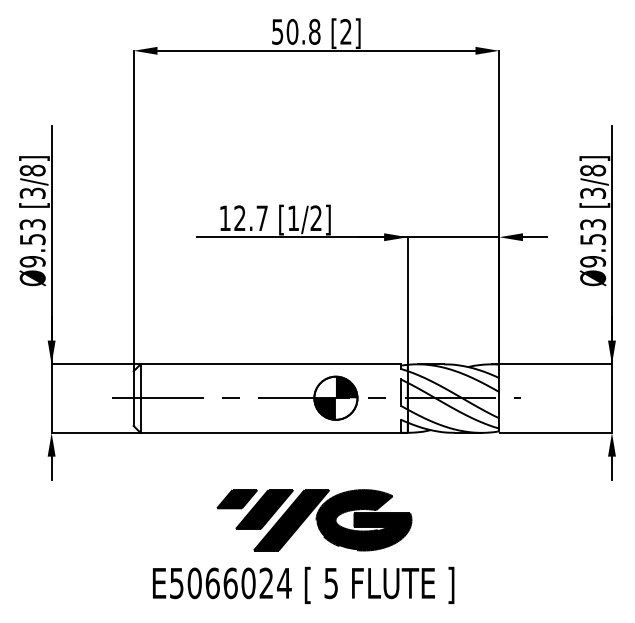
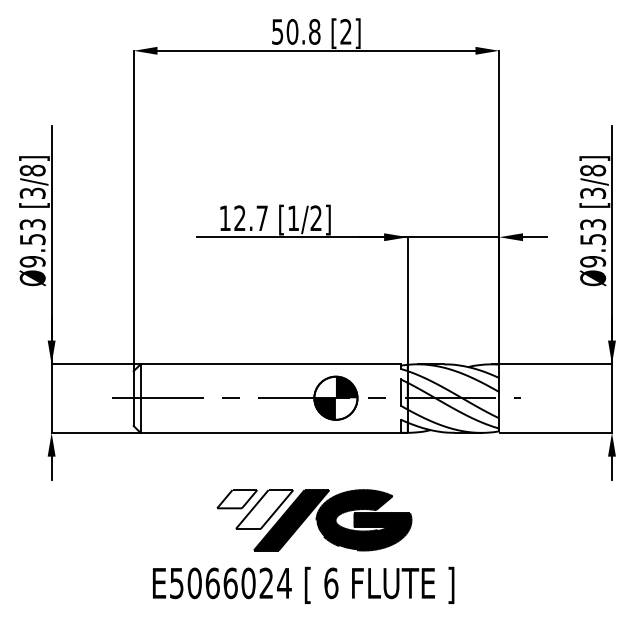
fill at (237, 499): present -> none
fill at (264, 509): present -> none
text at (331, 583): 5 -> 6
